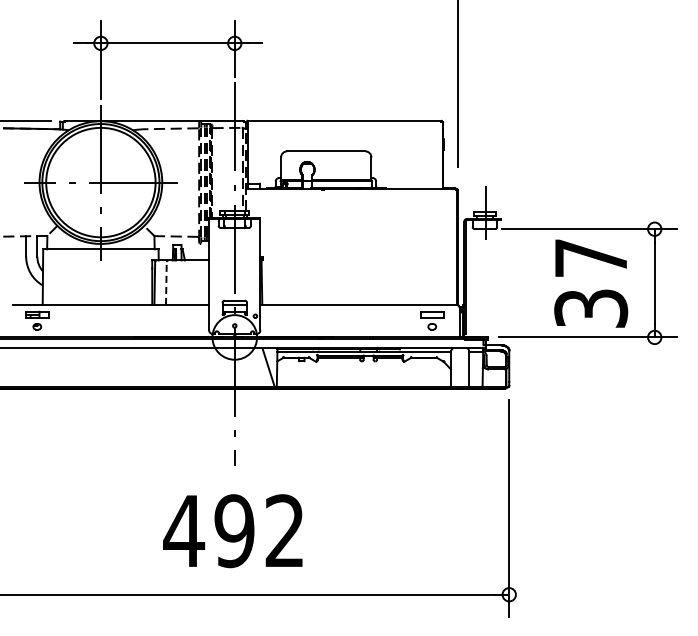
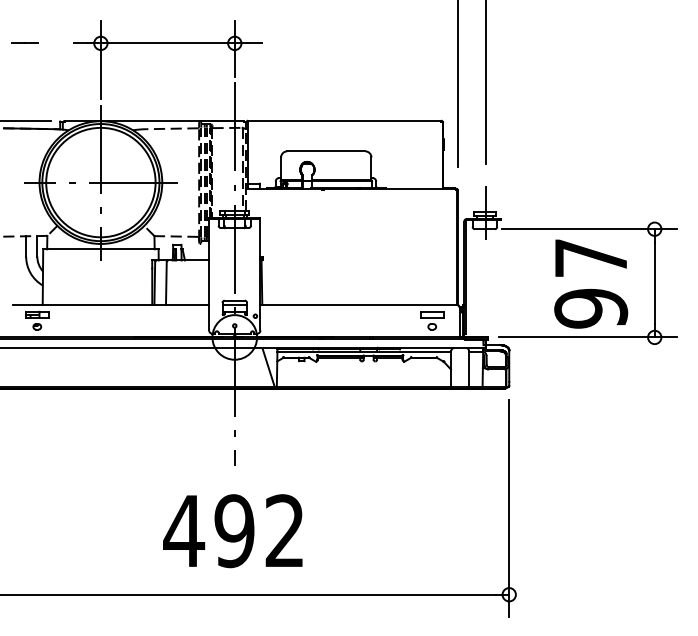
line at (24, 42): none -> present
line at (485, 83): none -> present
line at (166, 283): dashed -> solid
text at (591, 308): 37 -> 97
